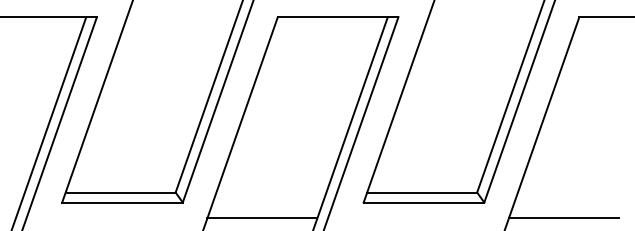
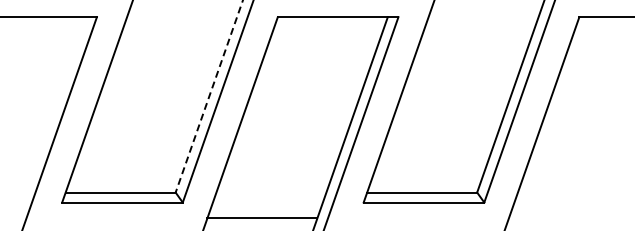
line at (209, 96): solid -> dashed
line at (49, 122): present -> none
line at (563, 218): present -> none
